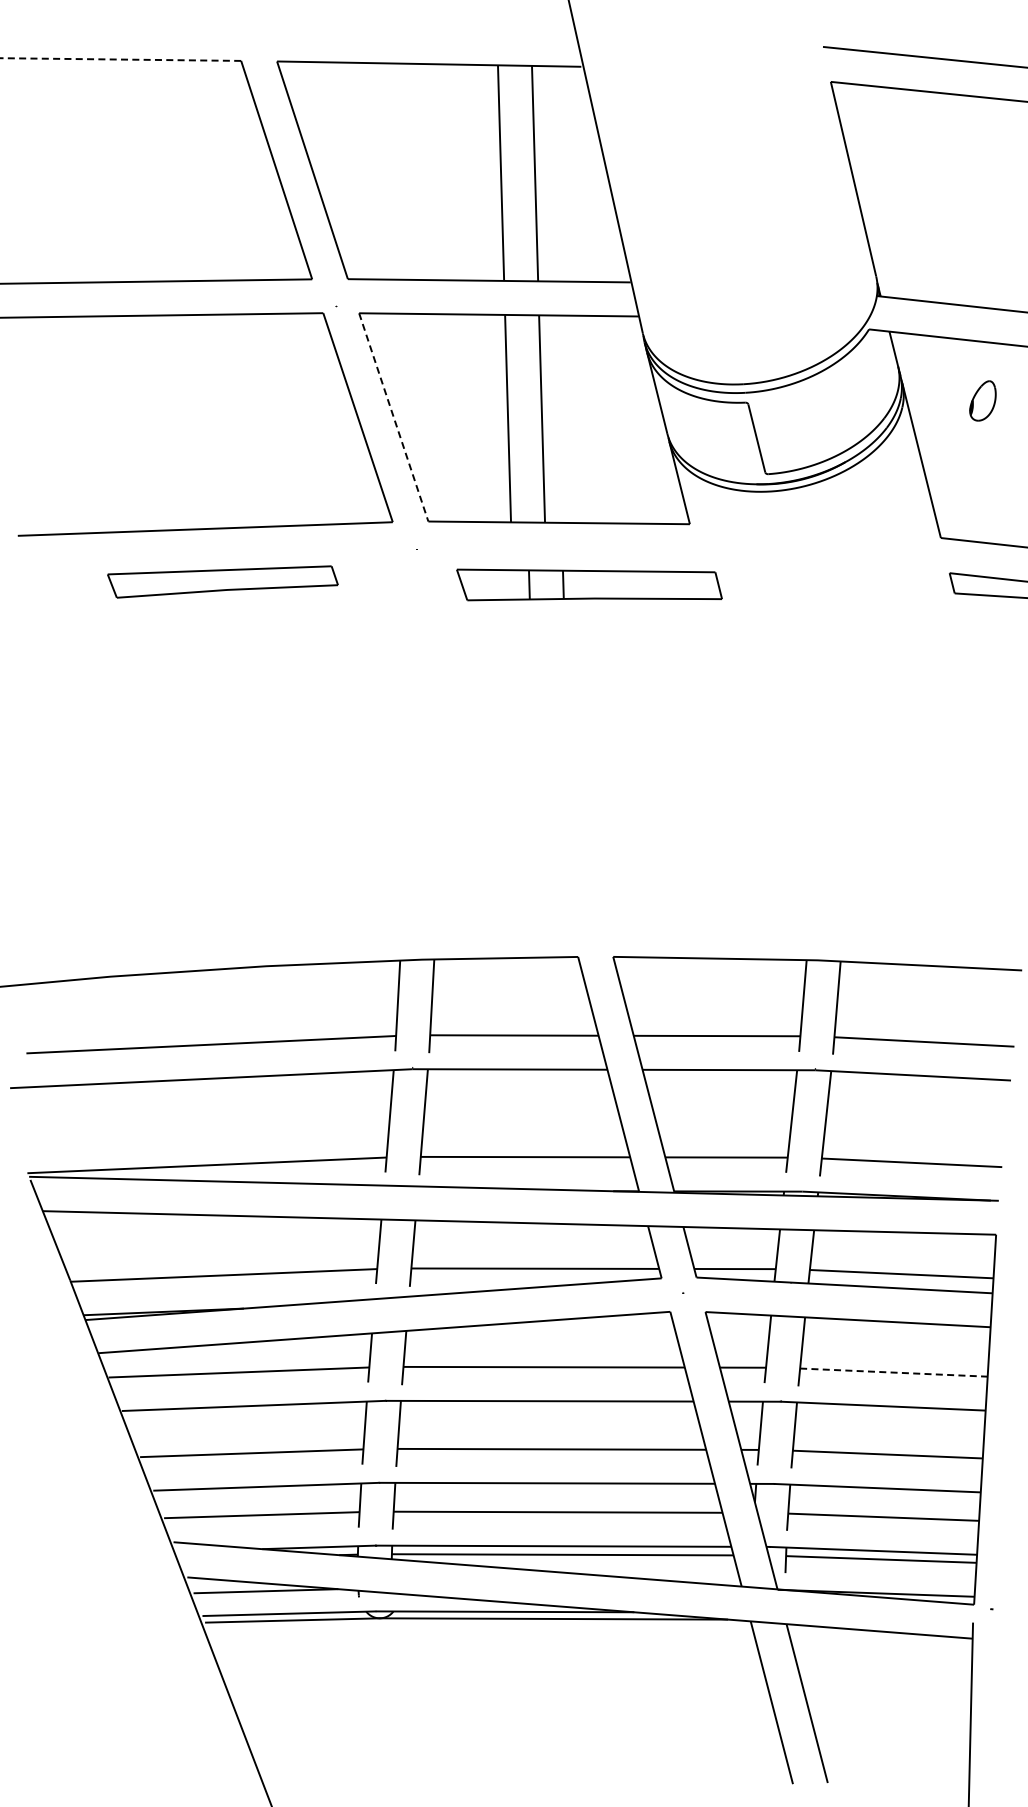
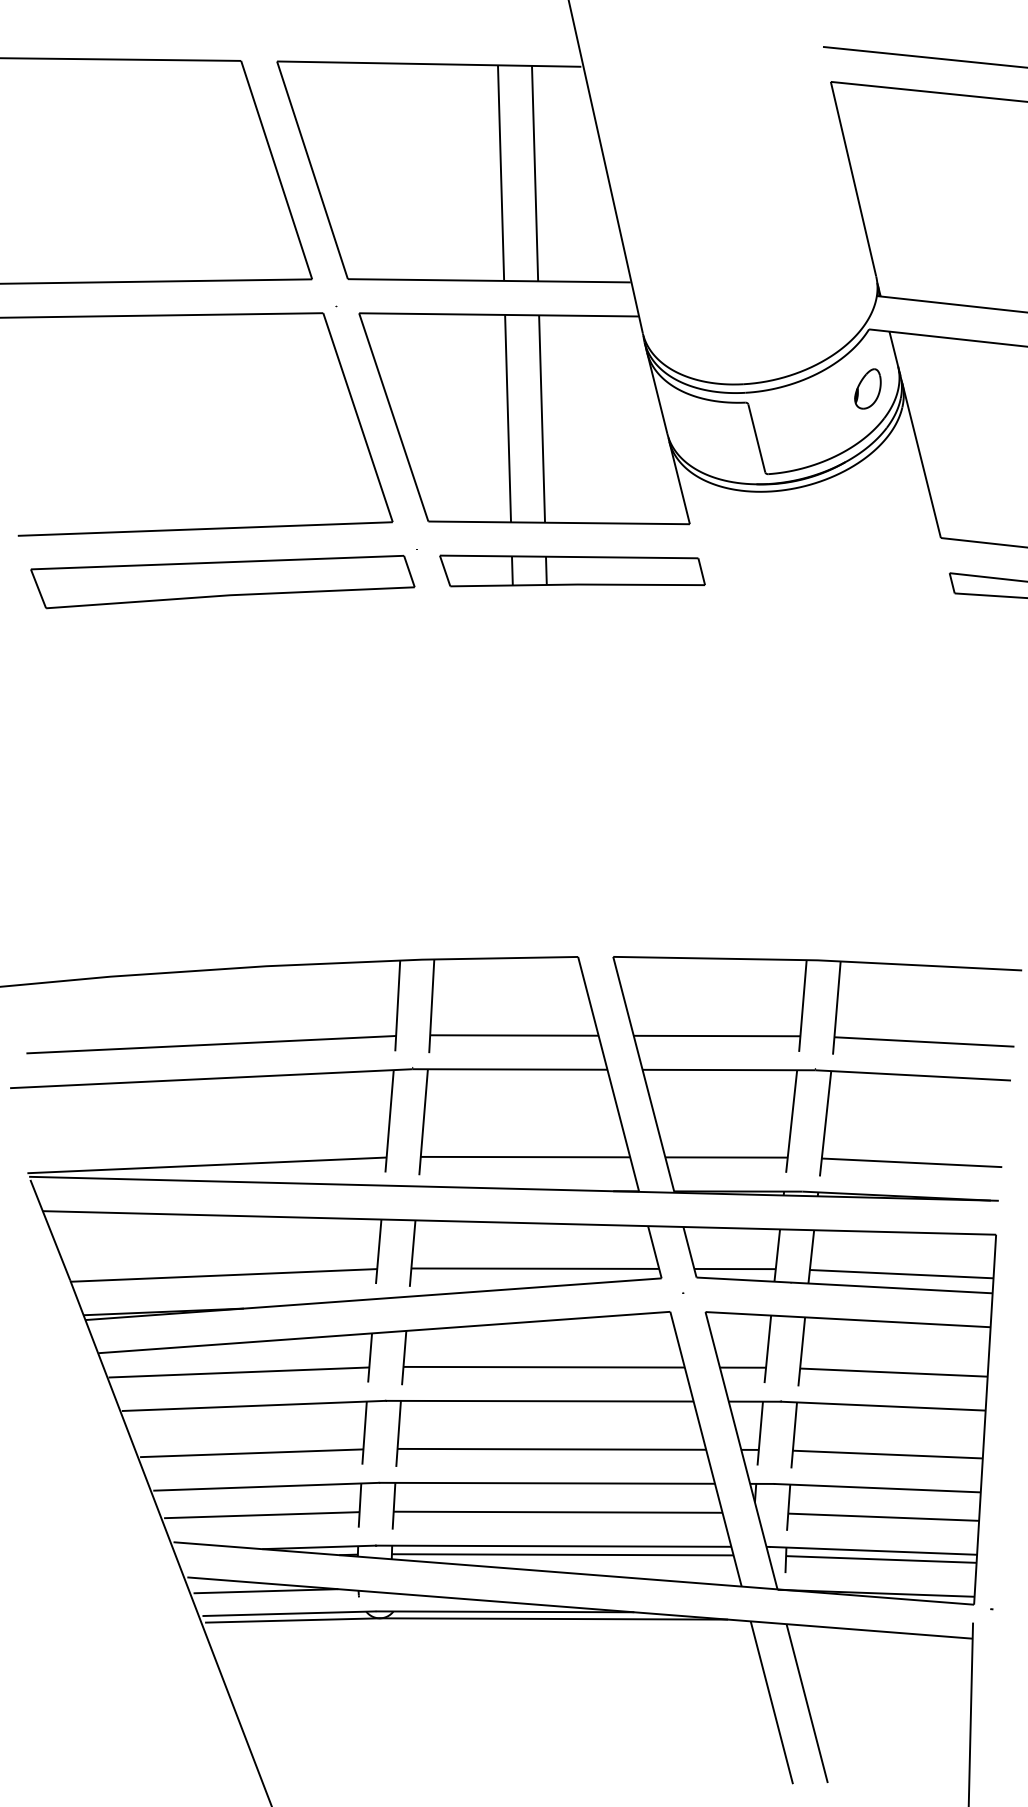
line at (120, 59): dashed -> solid
part at (982, 400) position: (982, 400) -> (867, 388)
line at (393, 417): dashed -> solid
part at (222, 581) size: 232x34 px -> 386x56 px
part at (589, 584) position: (589, 584) -> (572, 570)
line at (893, 1372): dashed -> solid
